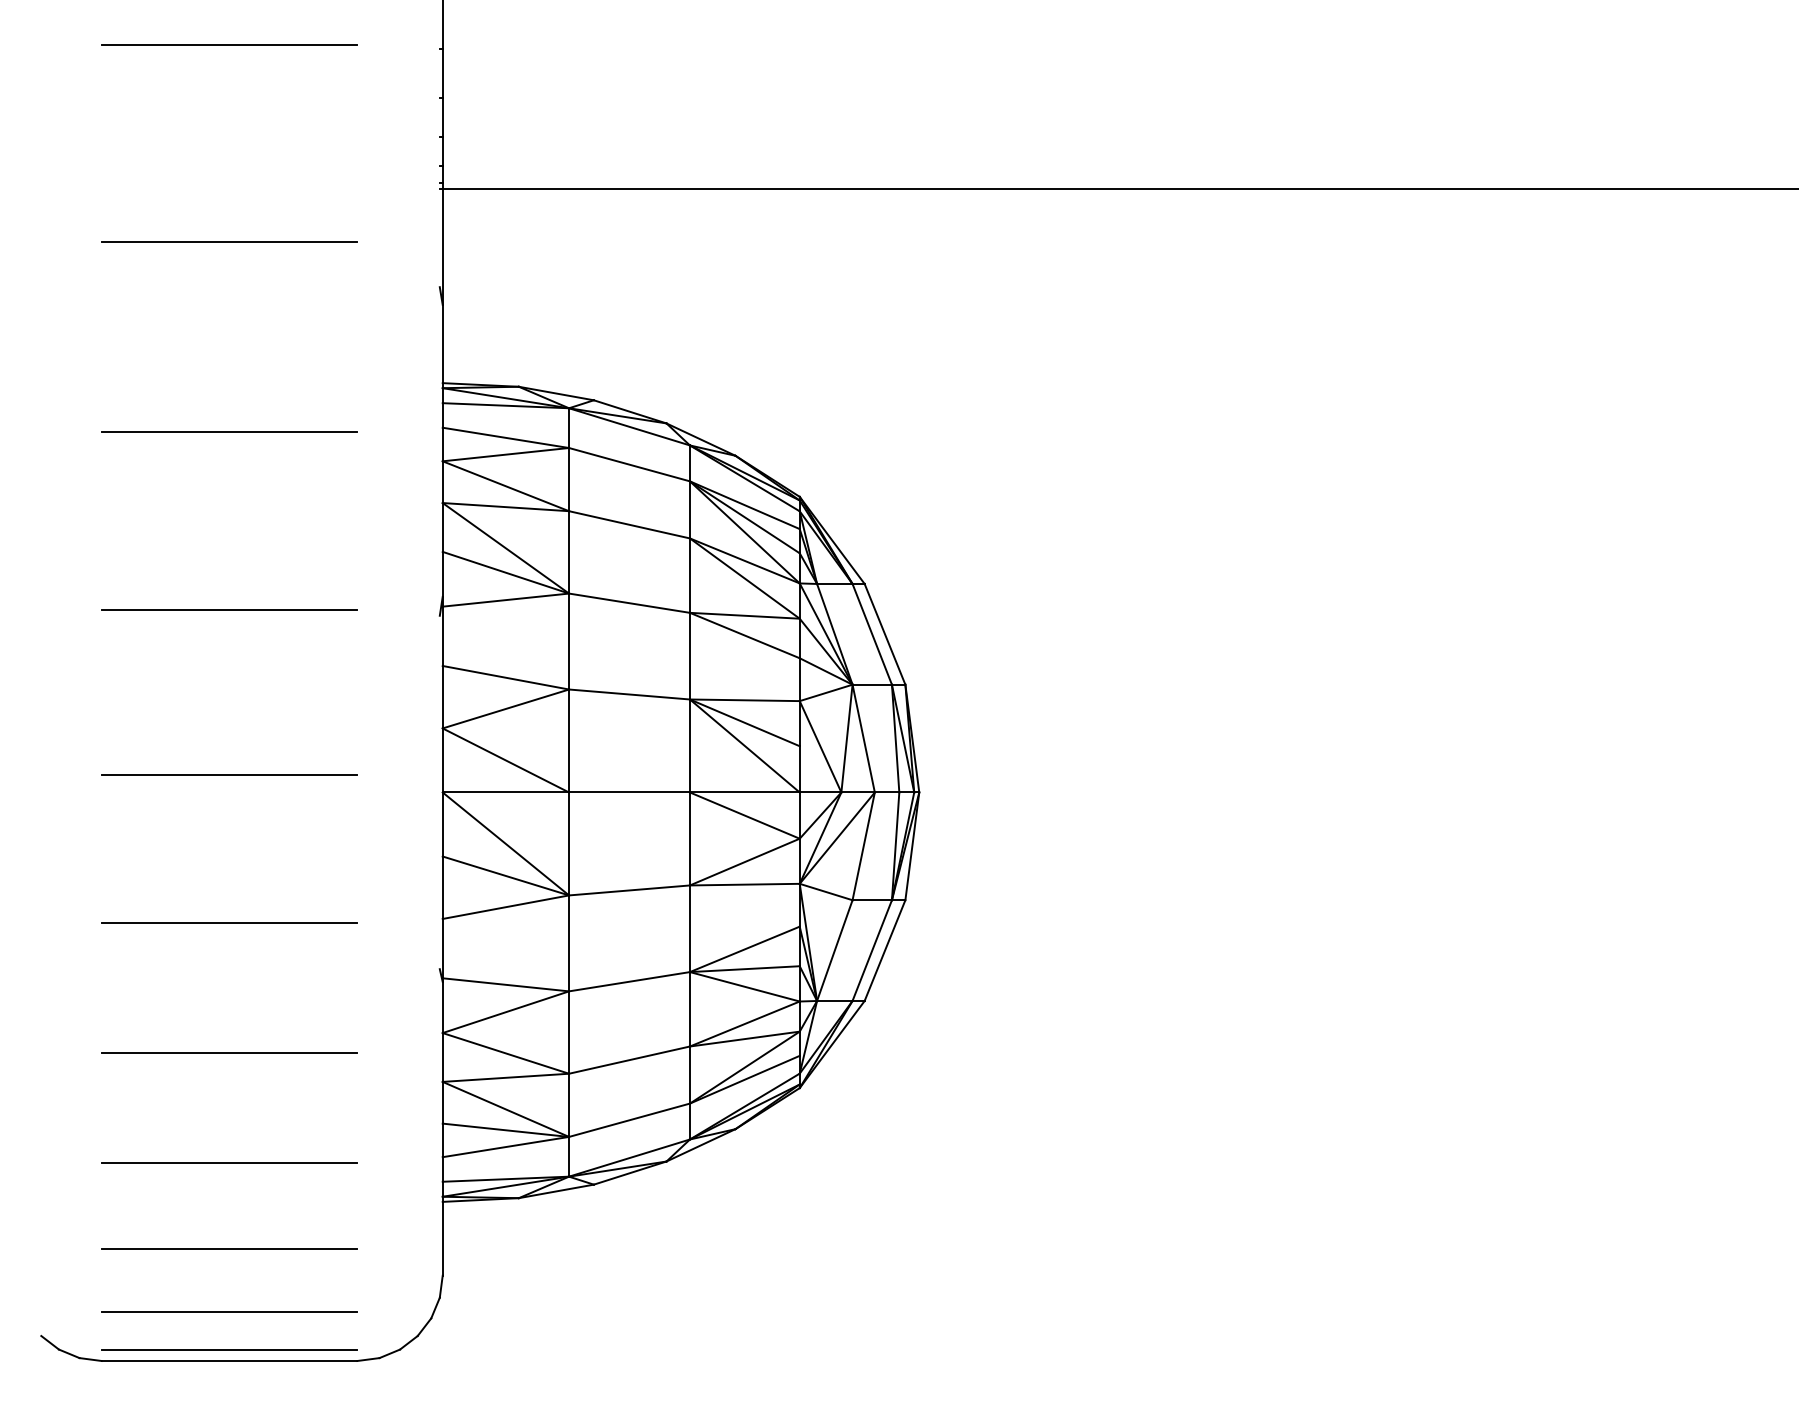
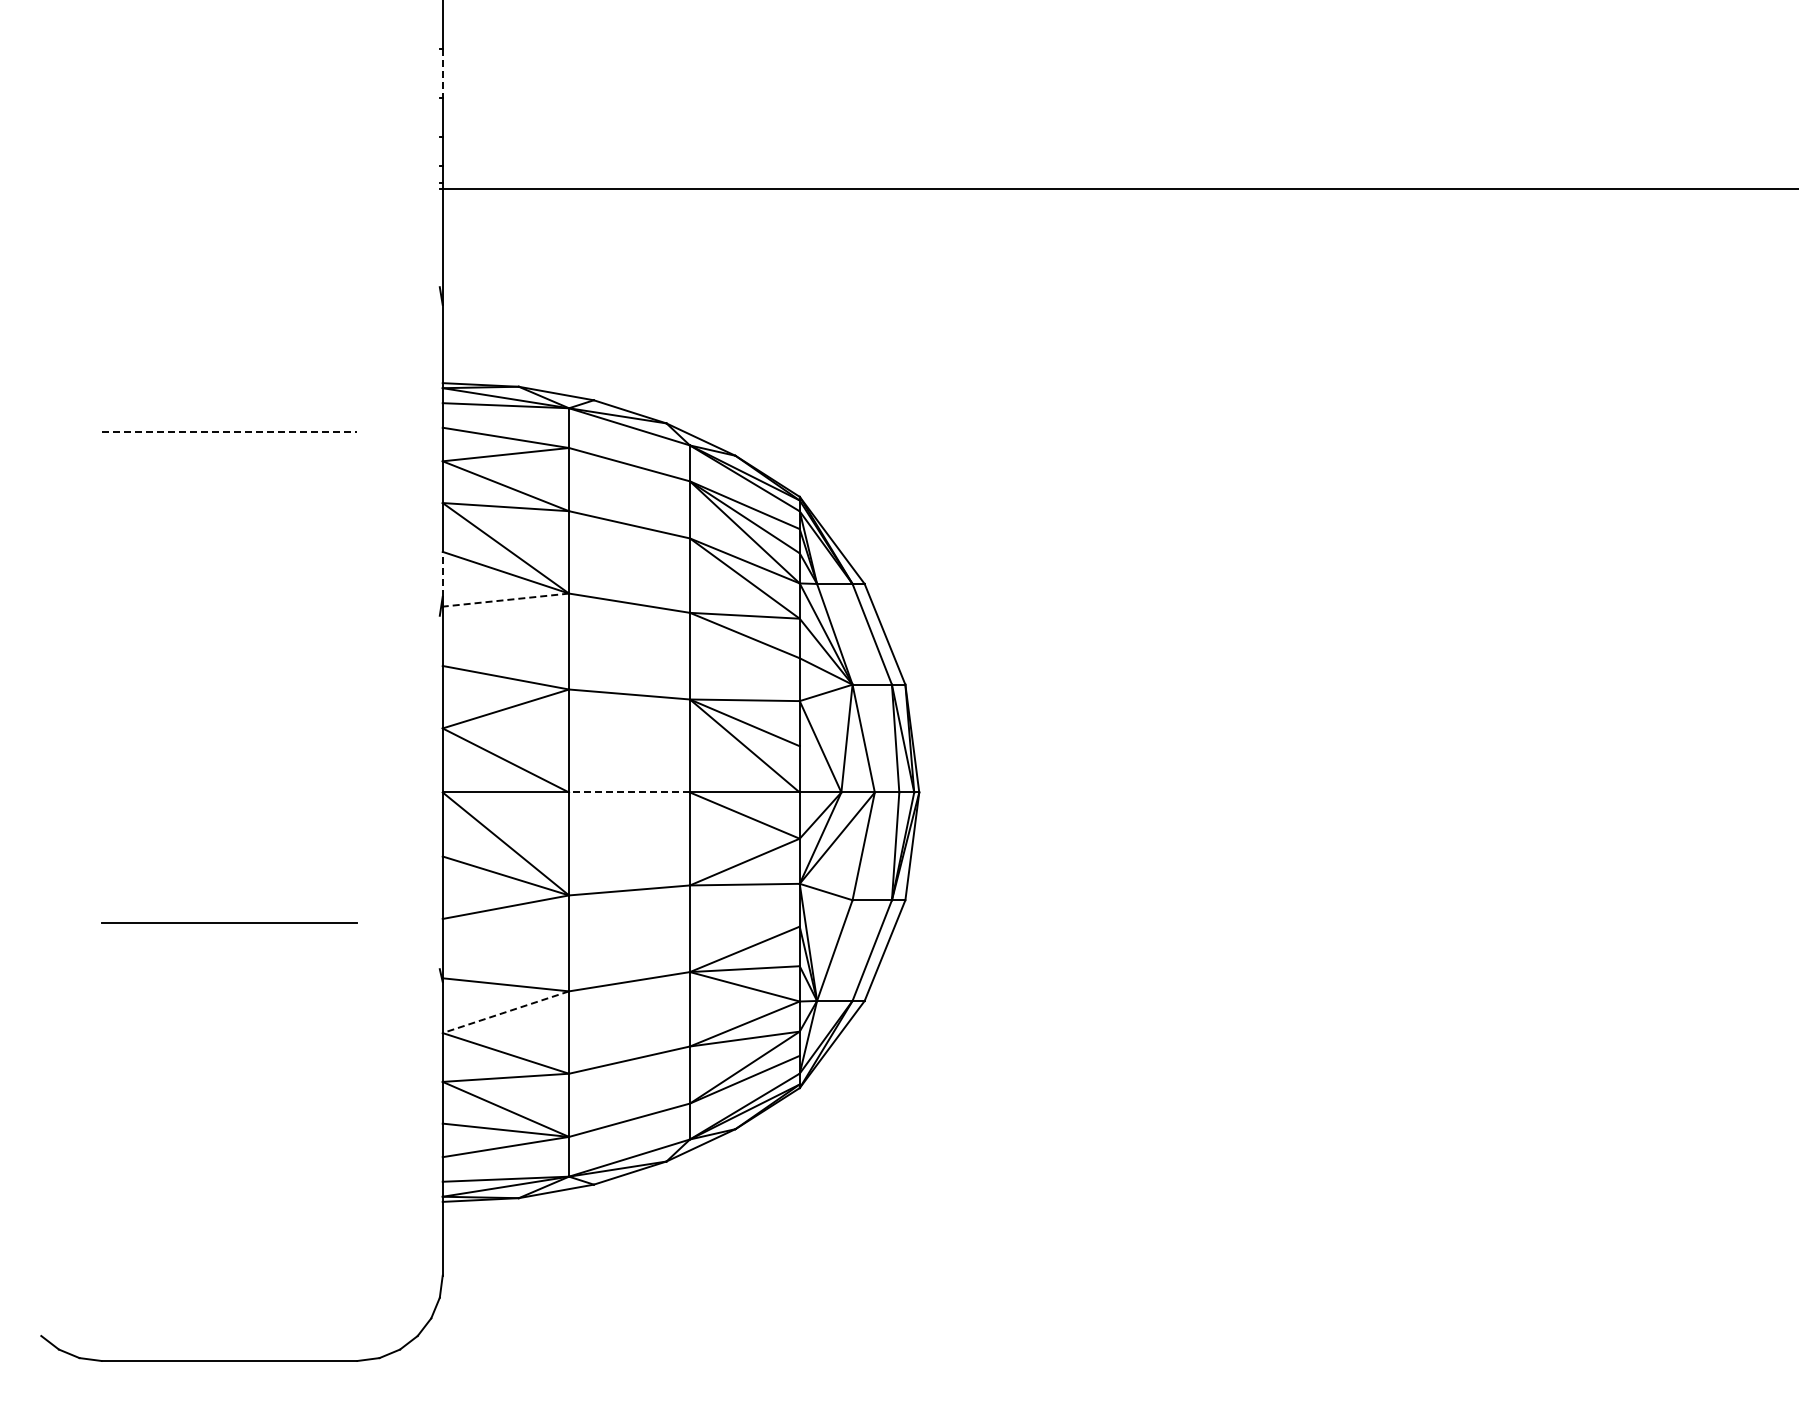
line at (229, 44): present -> none
line at (442, 73): solid -> dashed
line at (229, 242): present -> none
line at (229, 431): solid -> dashed
line at (442, 573): solid -> dashed
line at (505, 600): solid -> dashed
line at (229, 610): present -> none
line at (229, 774): present -> none
line at (629, 792): solid -> dashed
line at (505, 1012): solid -> dashed
line at (229, 1053): present -> none
line at (229, 1162): present -> none
line at (229, 1249): present -> none
line at (229, 1312): present -> none
line at (229, 1350): present -> none
